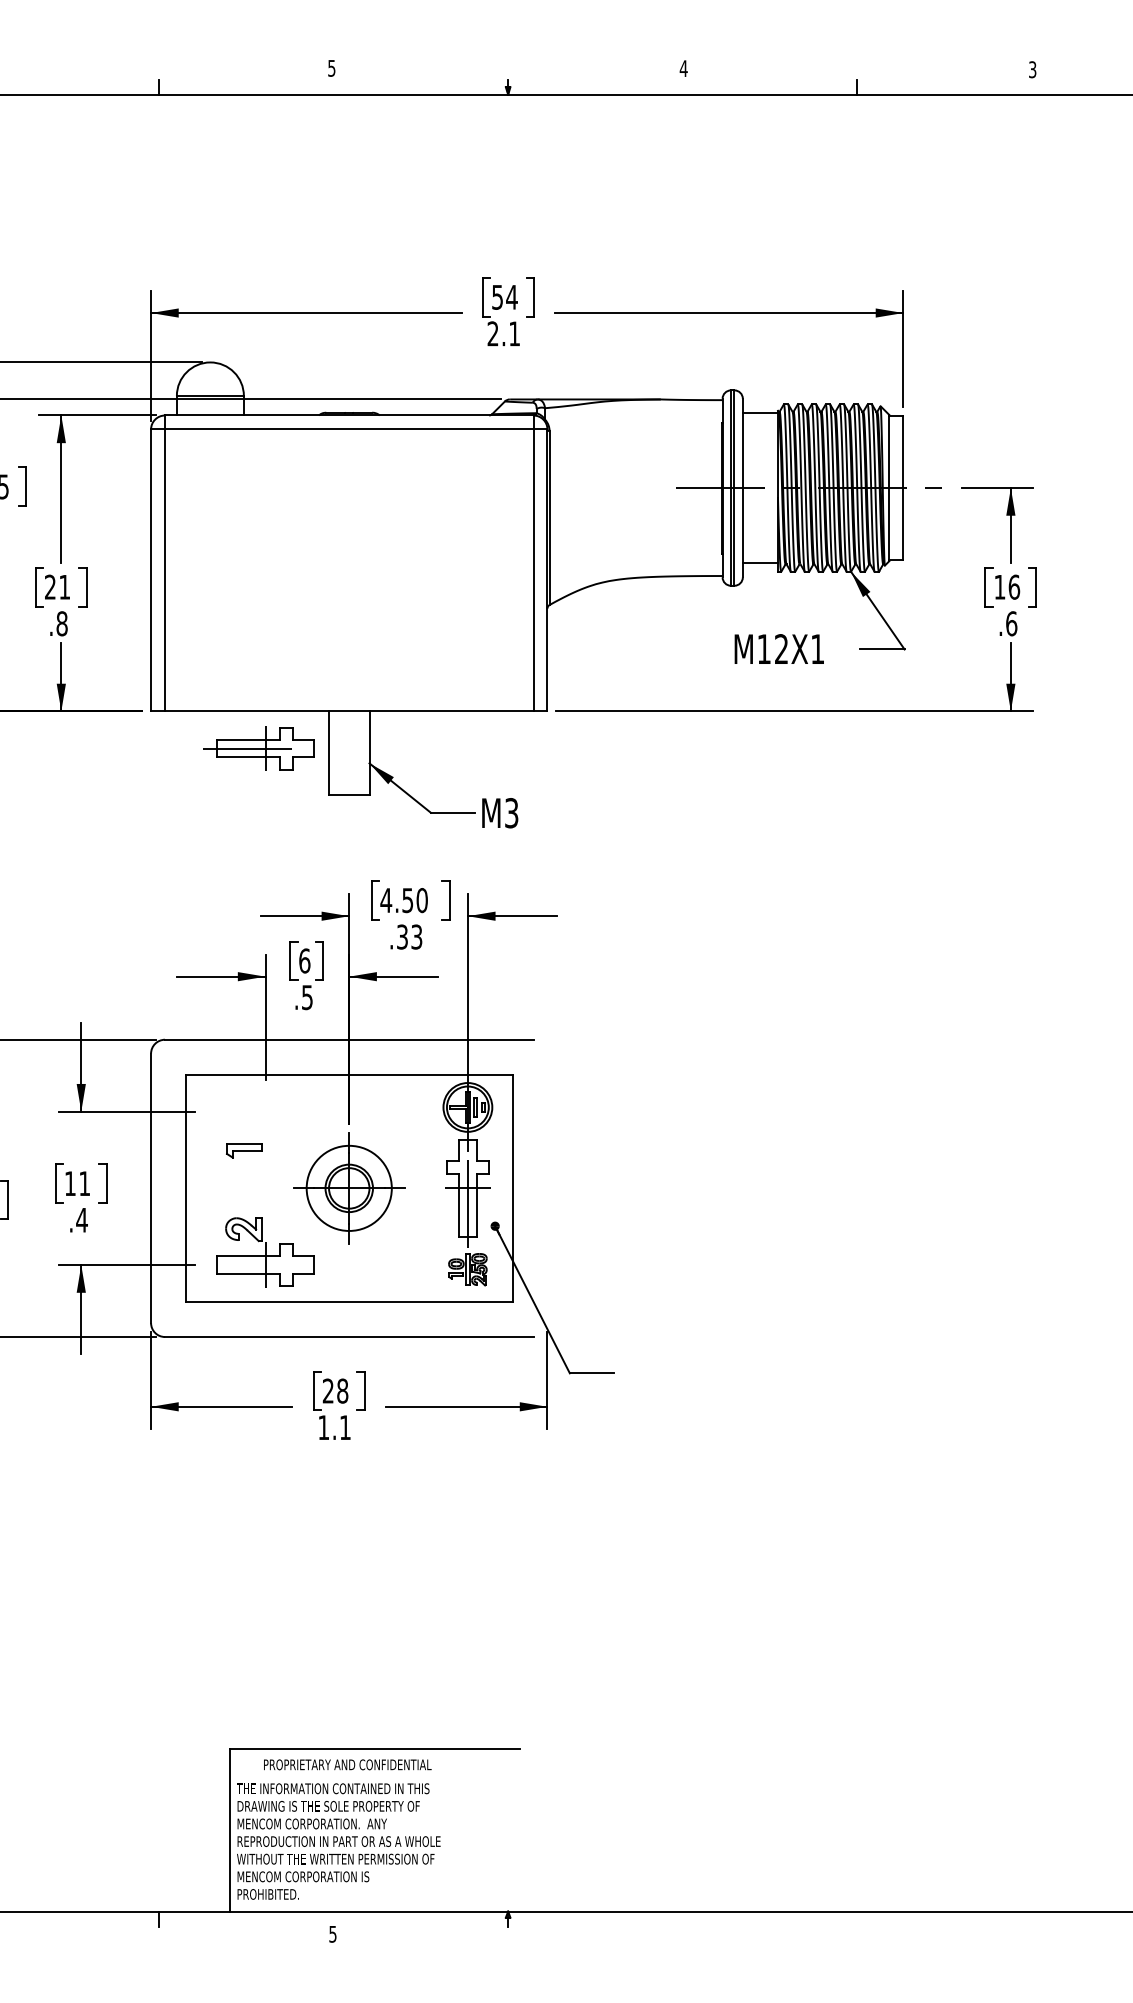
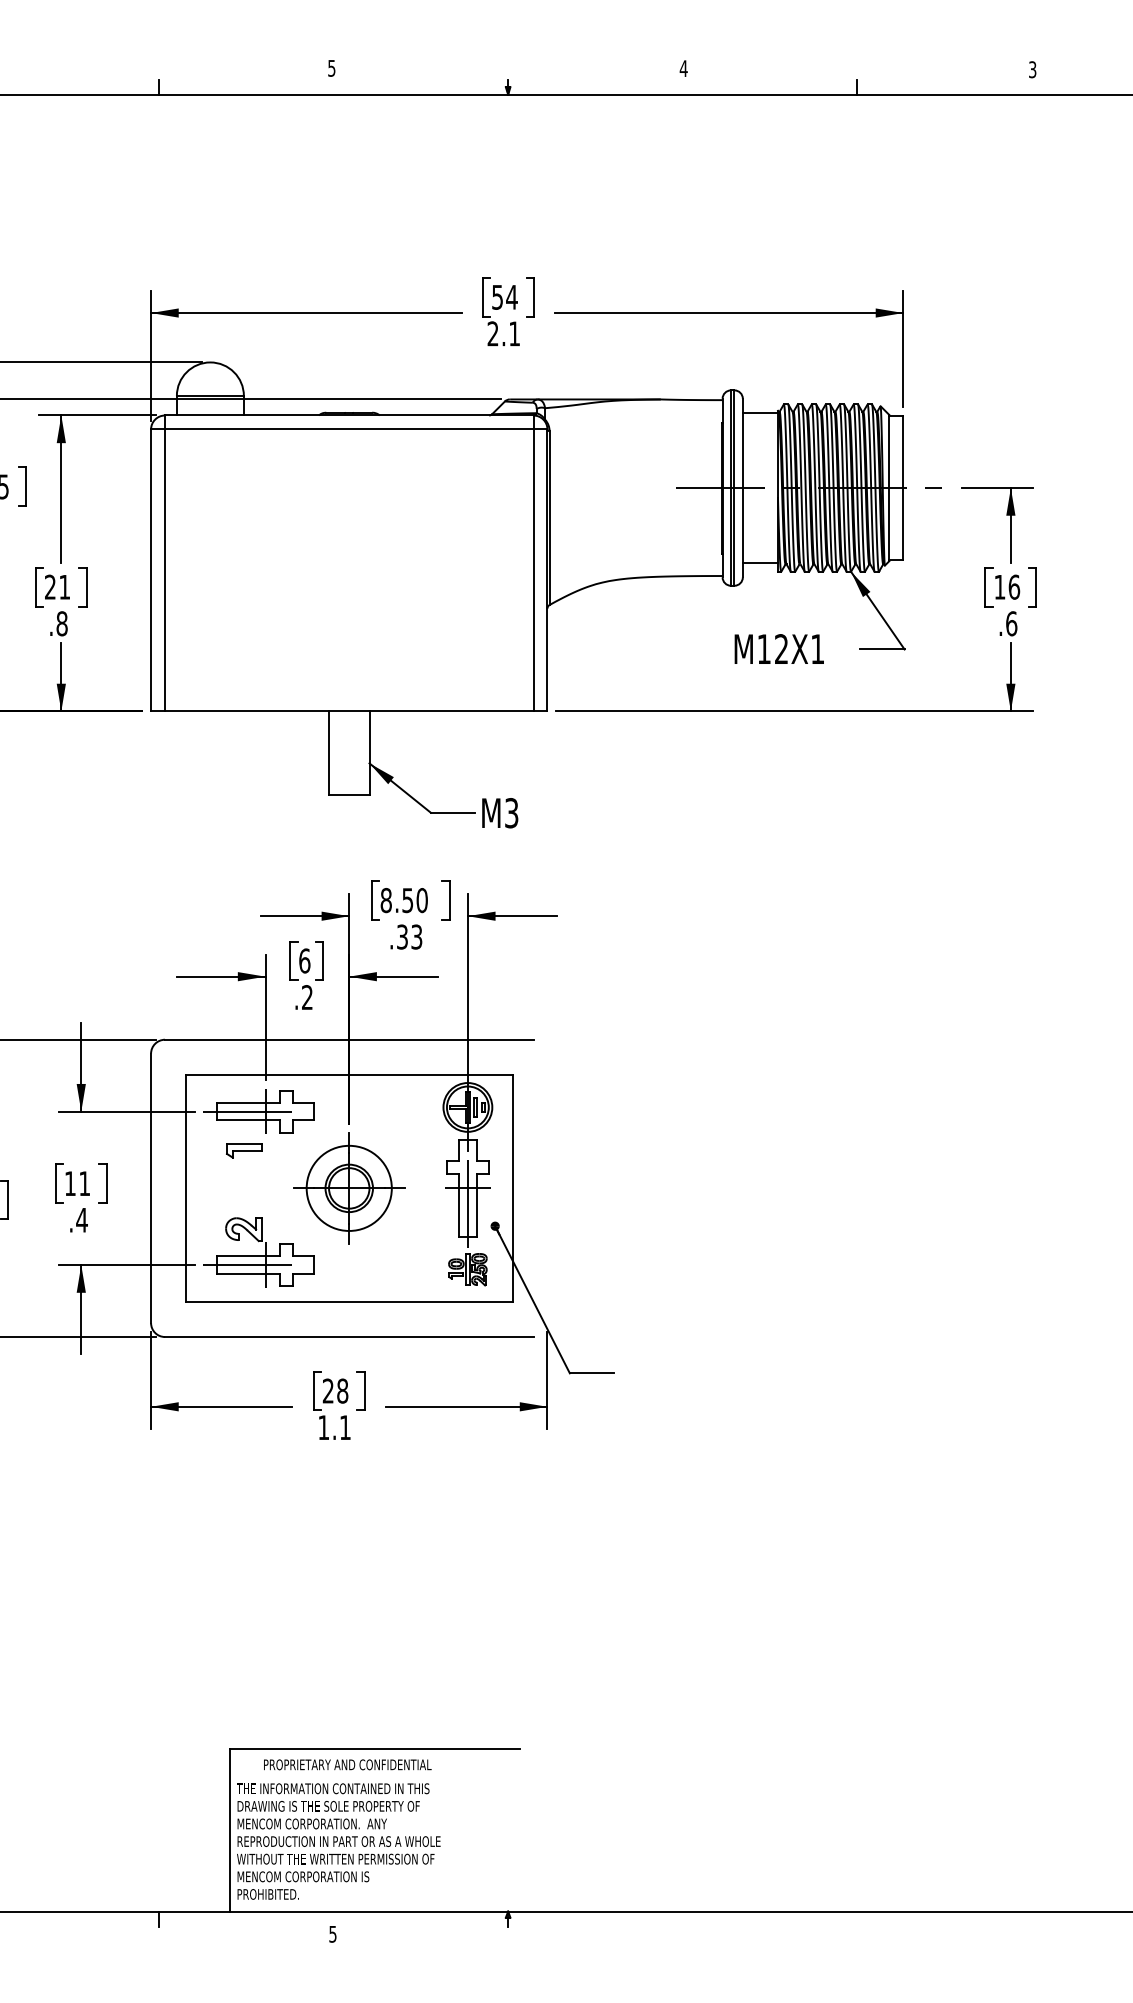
part at (258, 748) position: (258, 748) -> (258, 1111)
text at (386, 900): 4.50 -> 8.50
text at (307, 997): .5 -> .2
line at (248, 1265): none -> present
